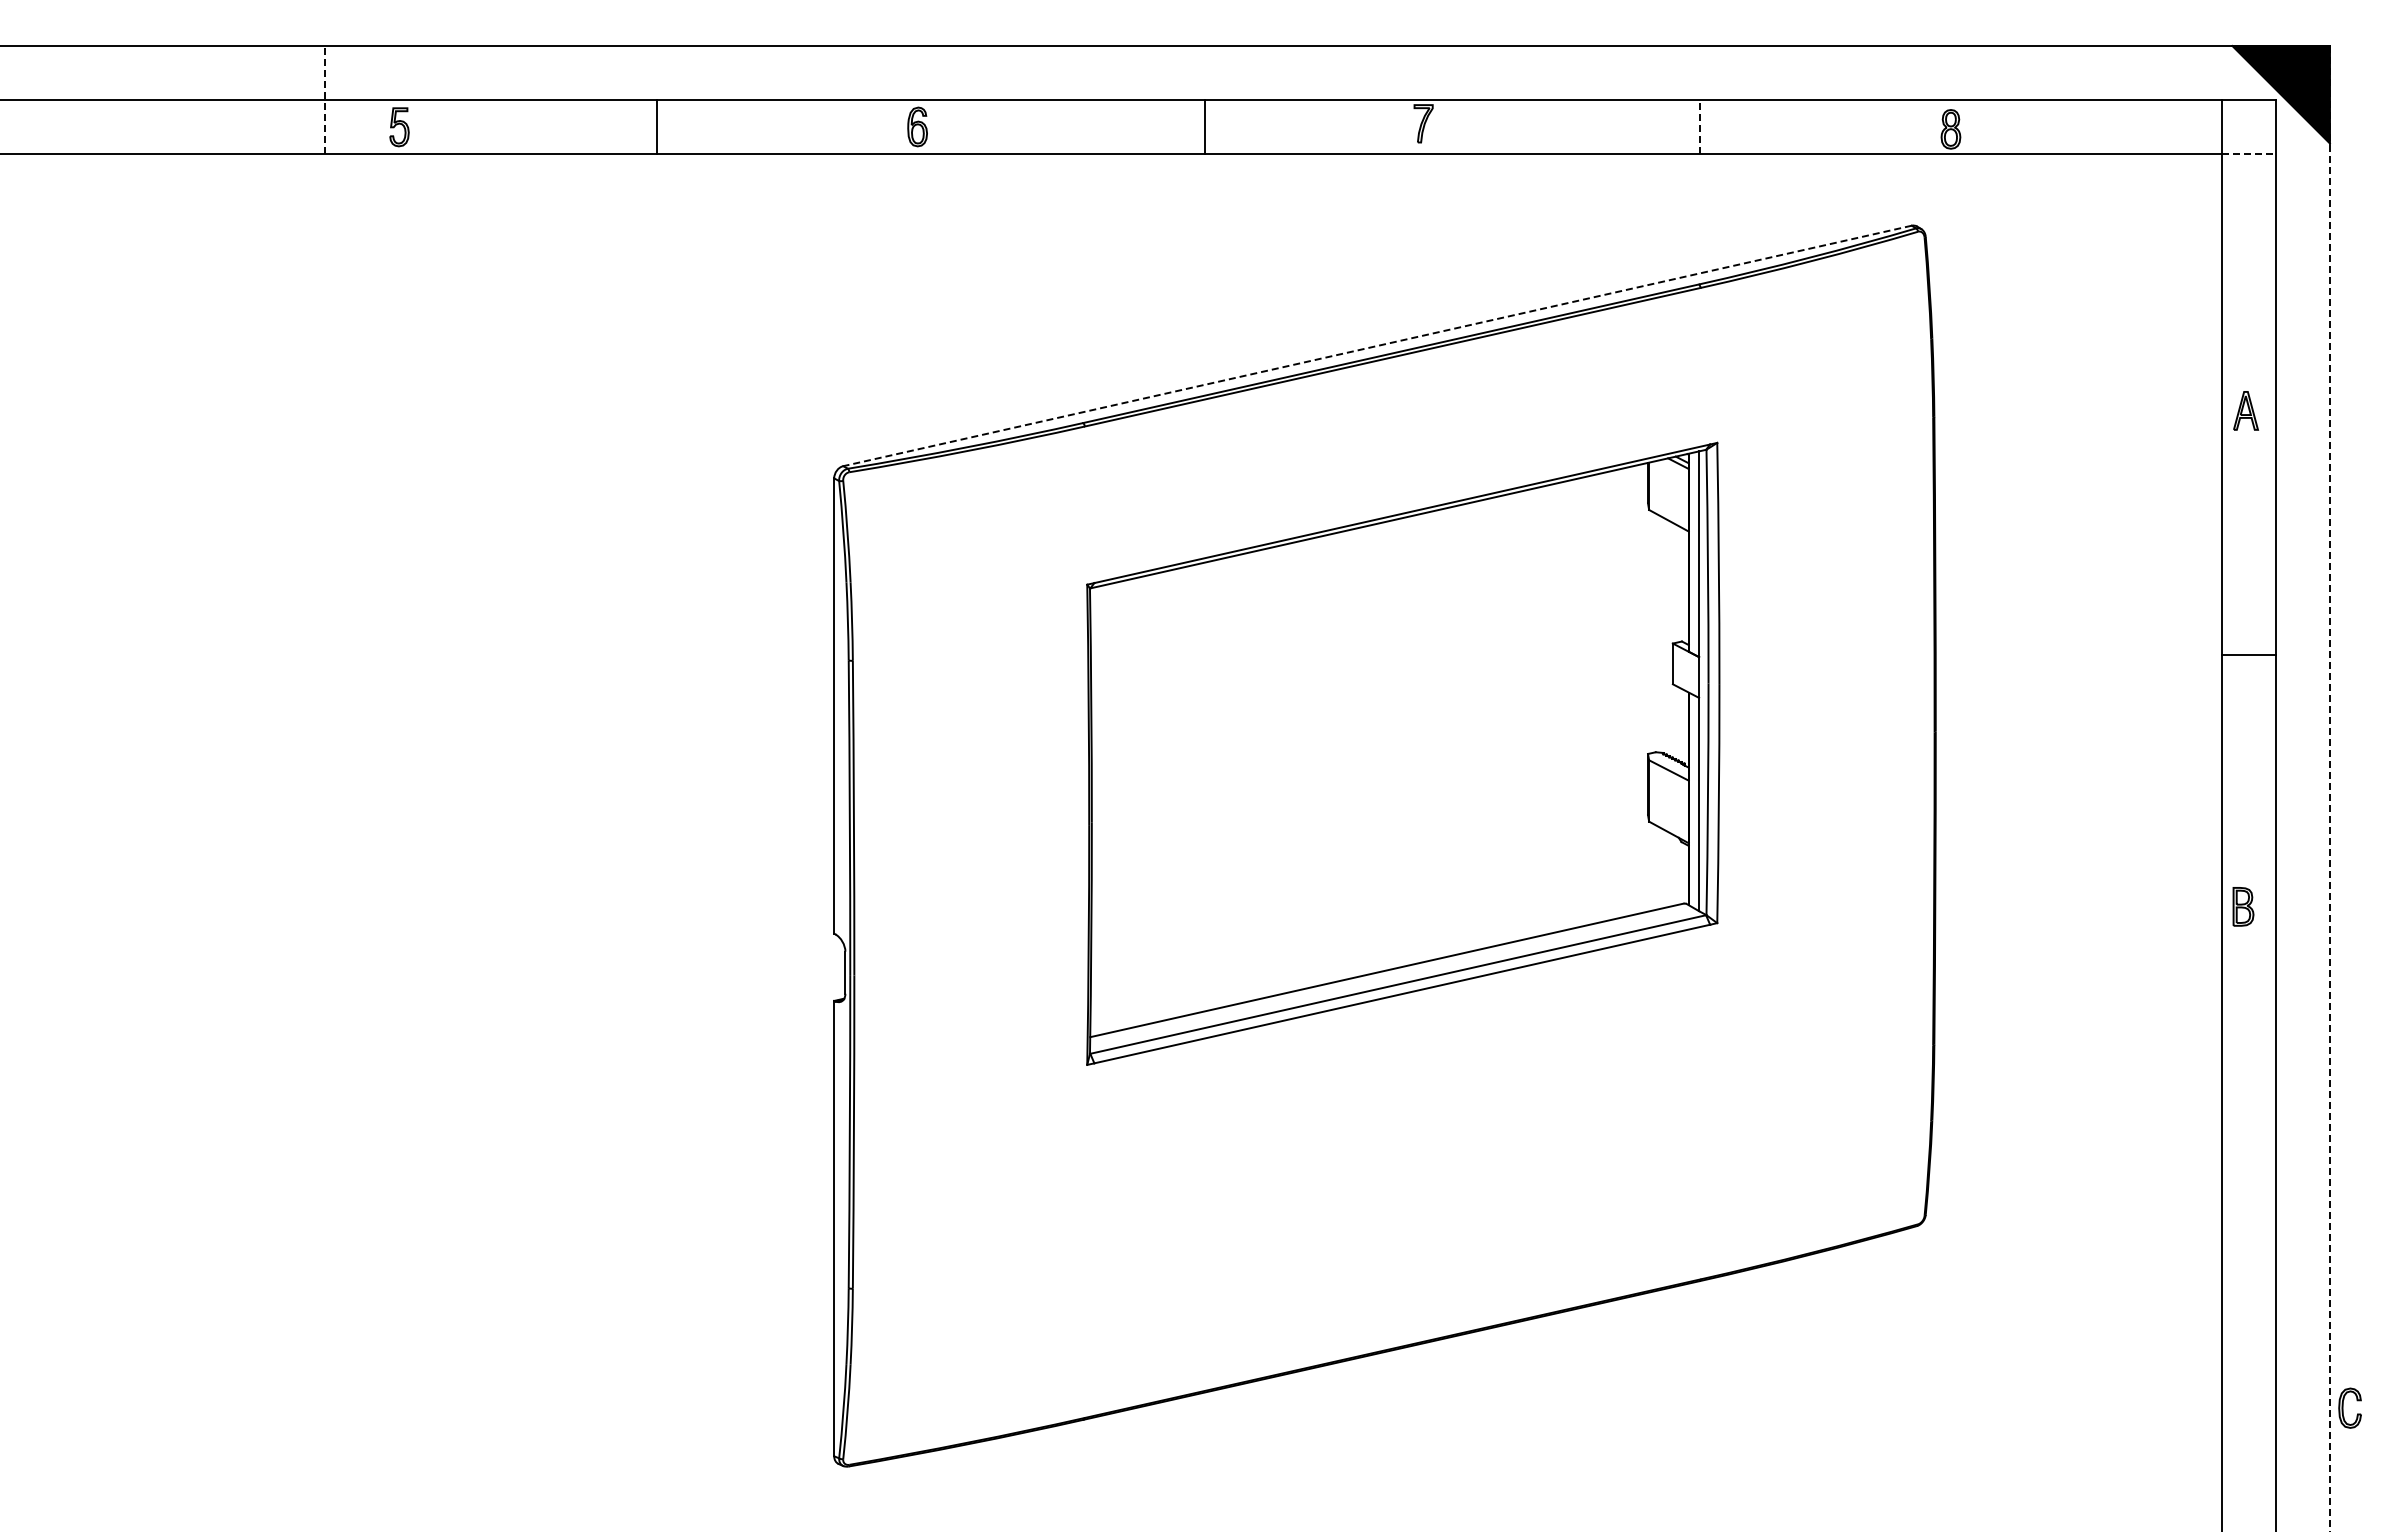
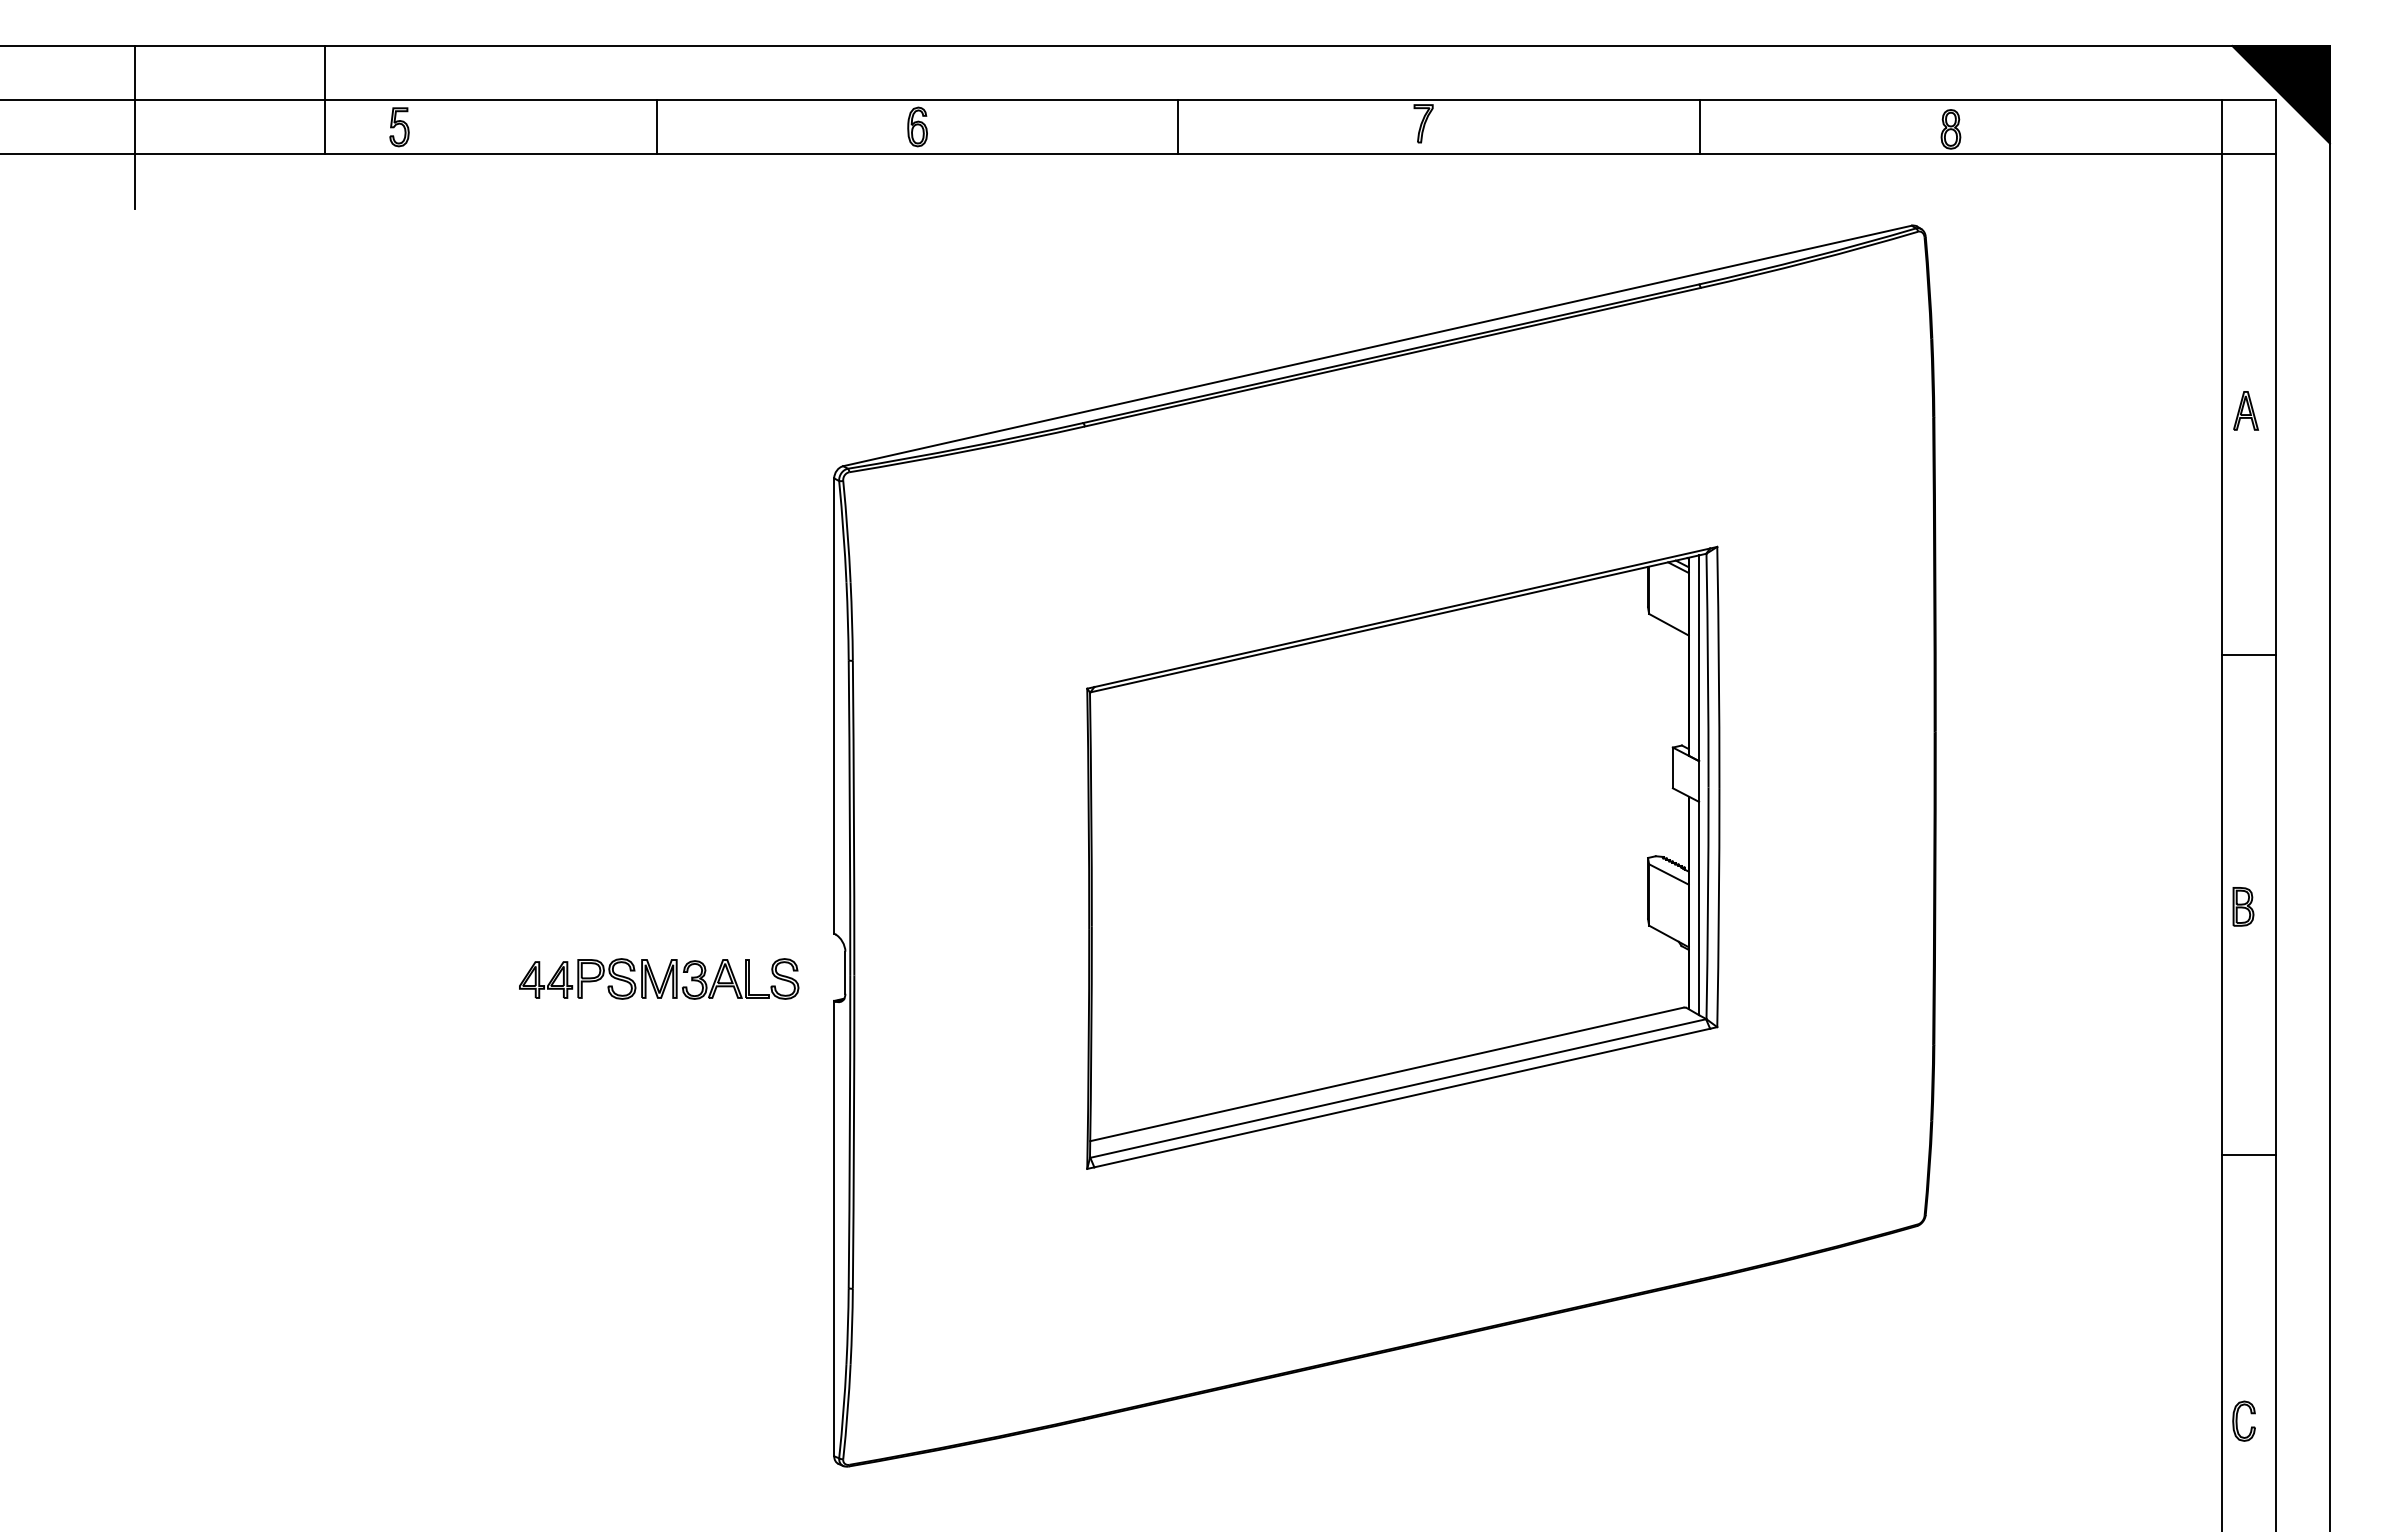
line at (324, 99): dashed -> solid
line at (134, 126): none -> present
line at (1699, 126): dashed -> solid
line at (1205, 127) position: (1205, 127) -> (1178, 127)
line at (2249, 154): dashed -> solid
line at (1377, 345): dashed -> solid
part at (1403, 753) position: (1403, 753) -> (1403, 857)
line at (2329, 788): dashed -> solid
part at (659, 978): none -> present
line at (2248, 1155): none -> present
part at (2349, 1407) position: (2349, 1407) -> (2243, 1420)
